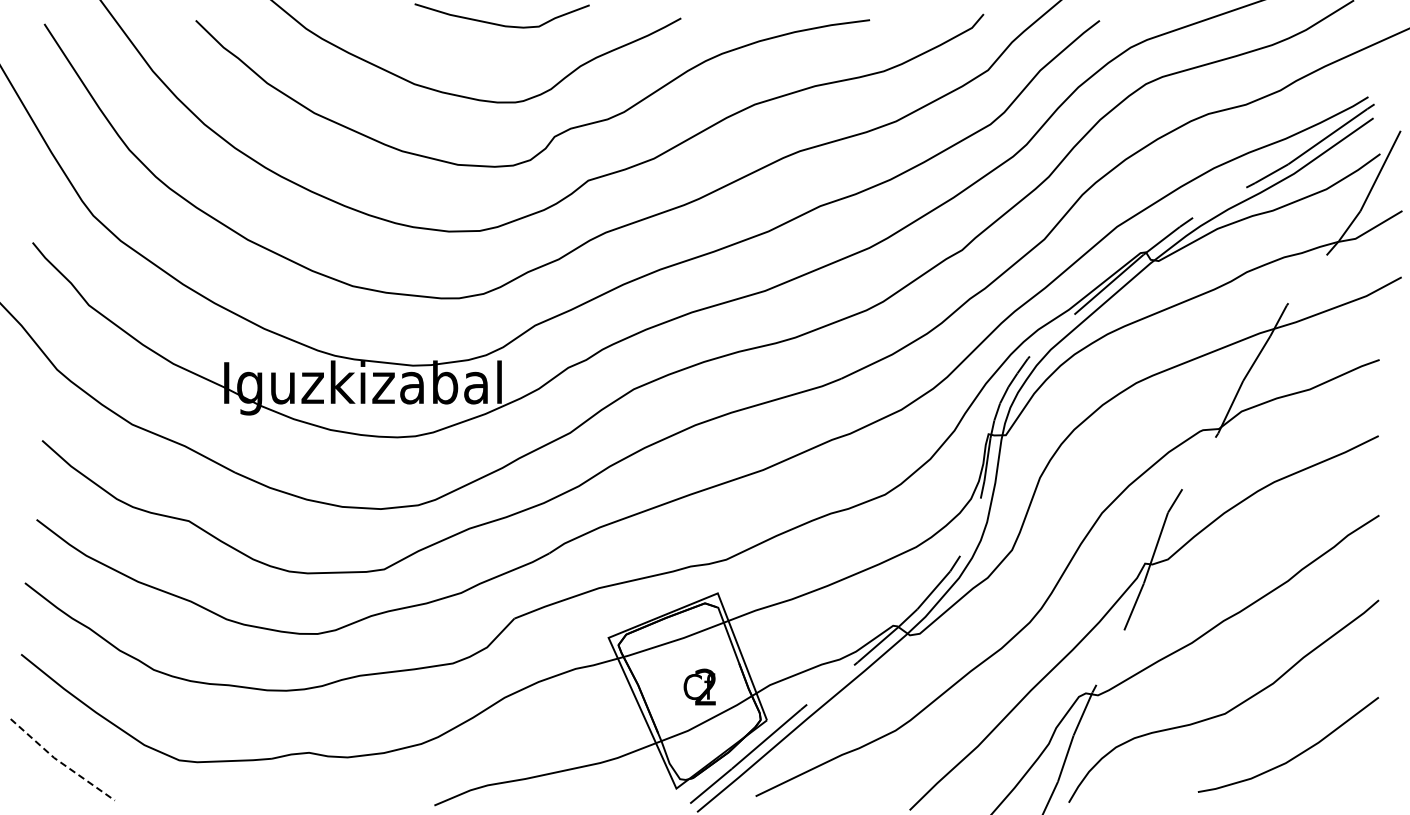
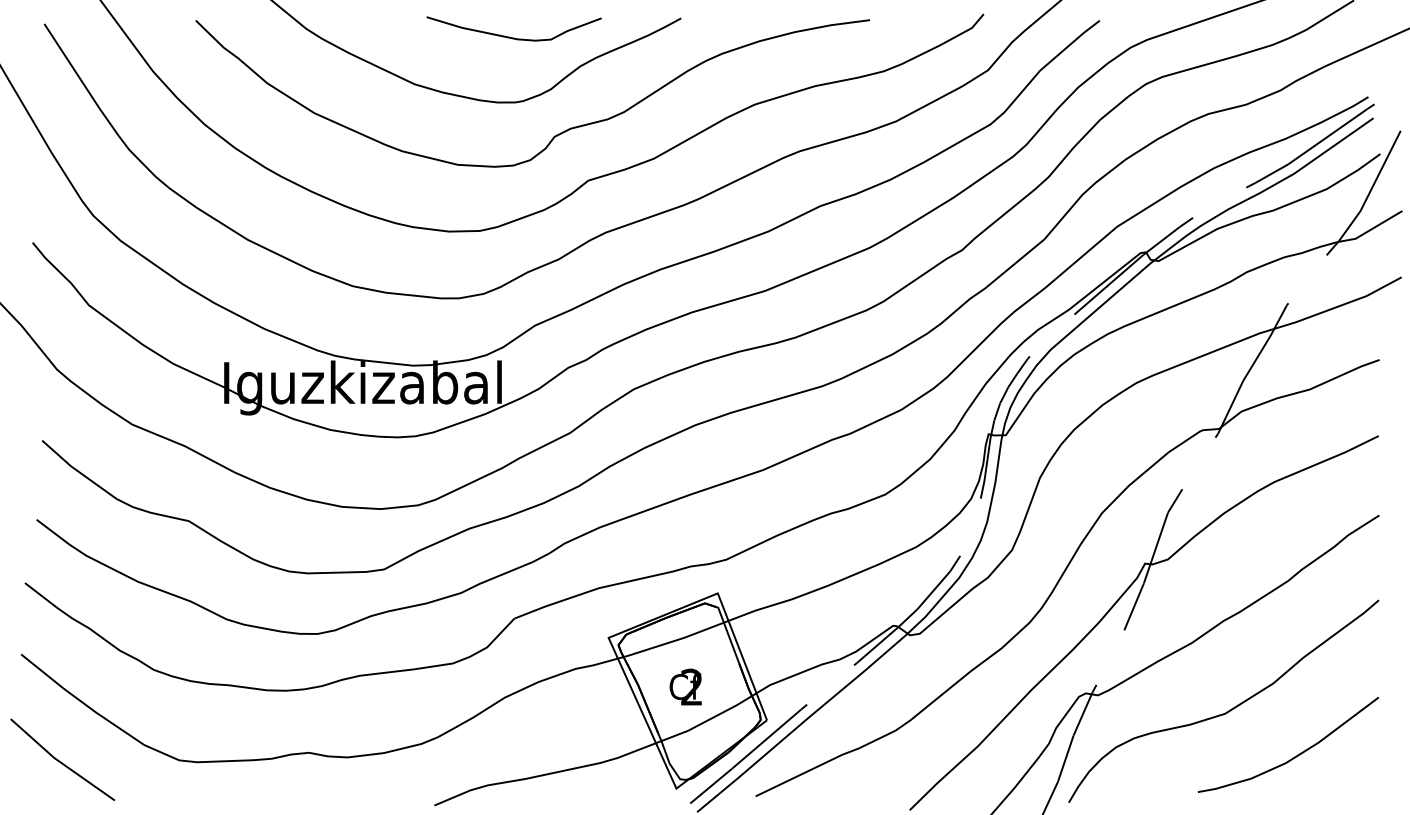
curve at (497, 23) position: (497, 23) -> (509, 36)
text at (699, 686) position: (699, 686) -> (685, 686)
line at (60, 762): dashed -> solid
